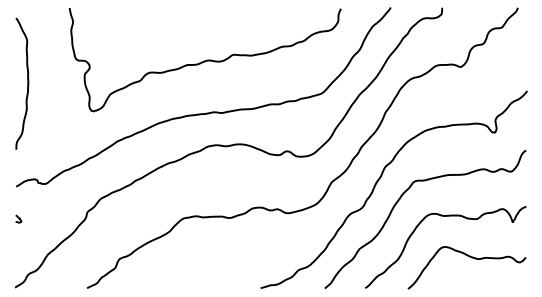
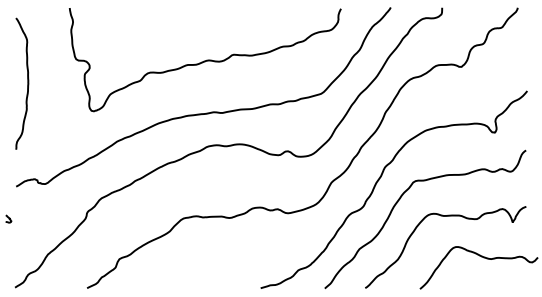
curve at (18, 218) position: (18, 218) -> (8, 218)
curve at (471, 258) position: (471, 258) -> (483, 258)
